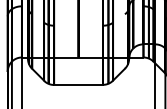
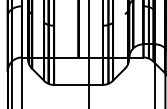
line at (88, 53): none -> present
